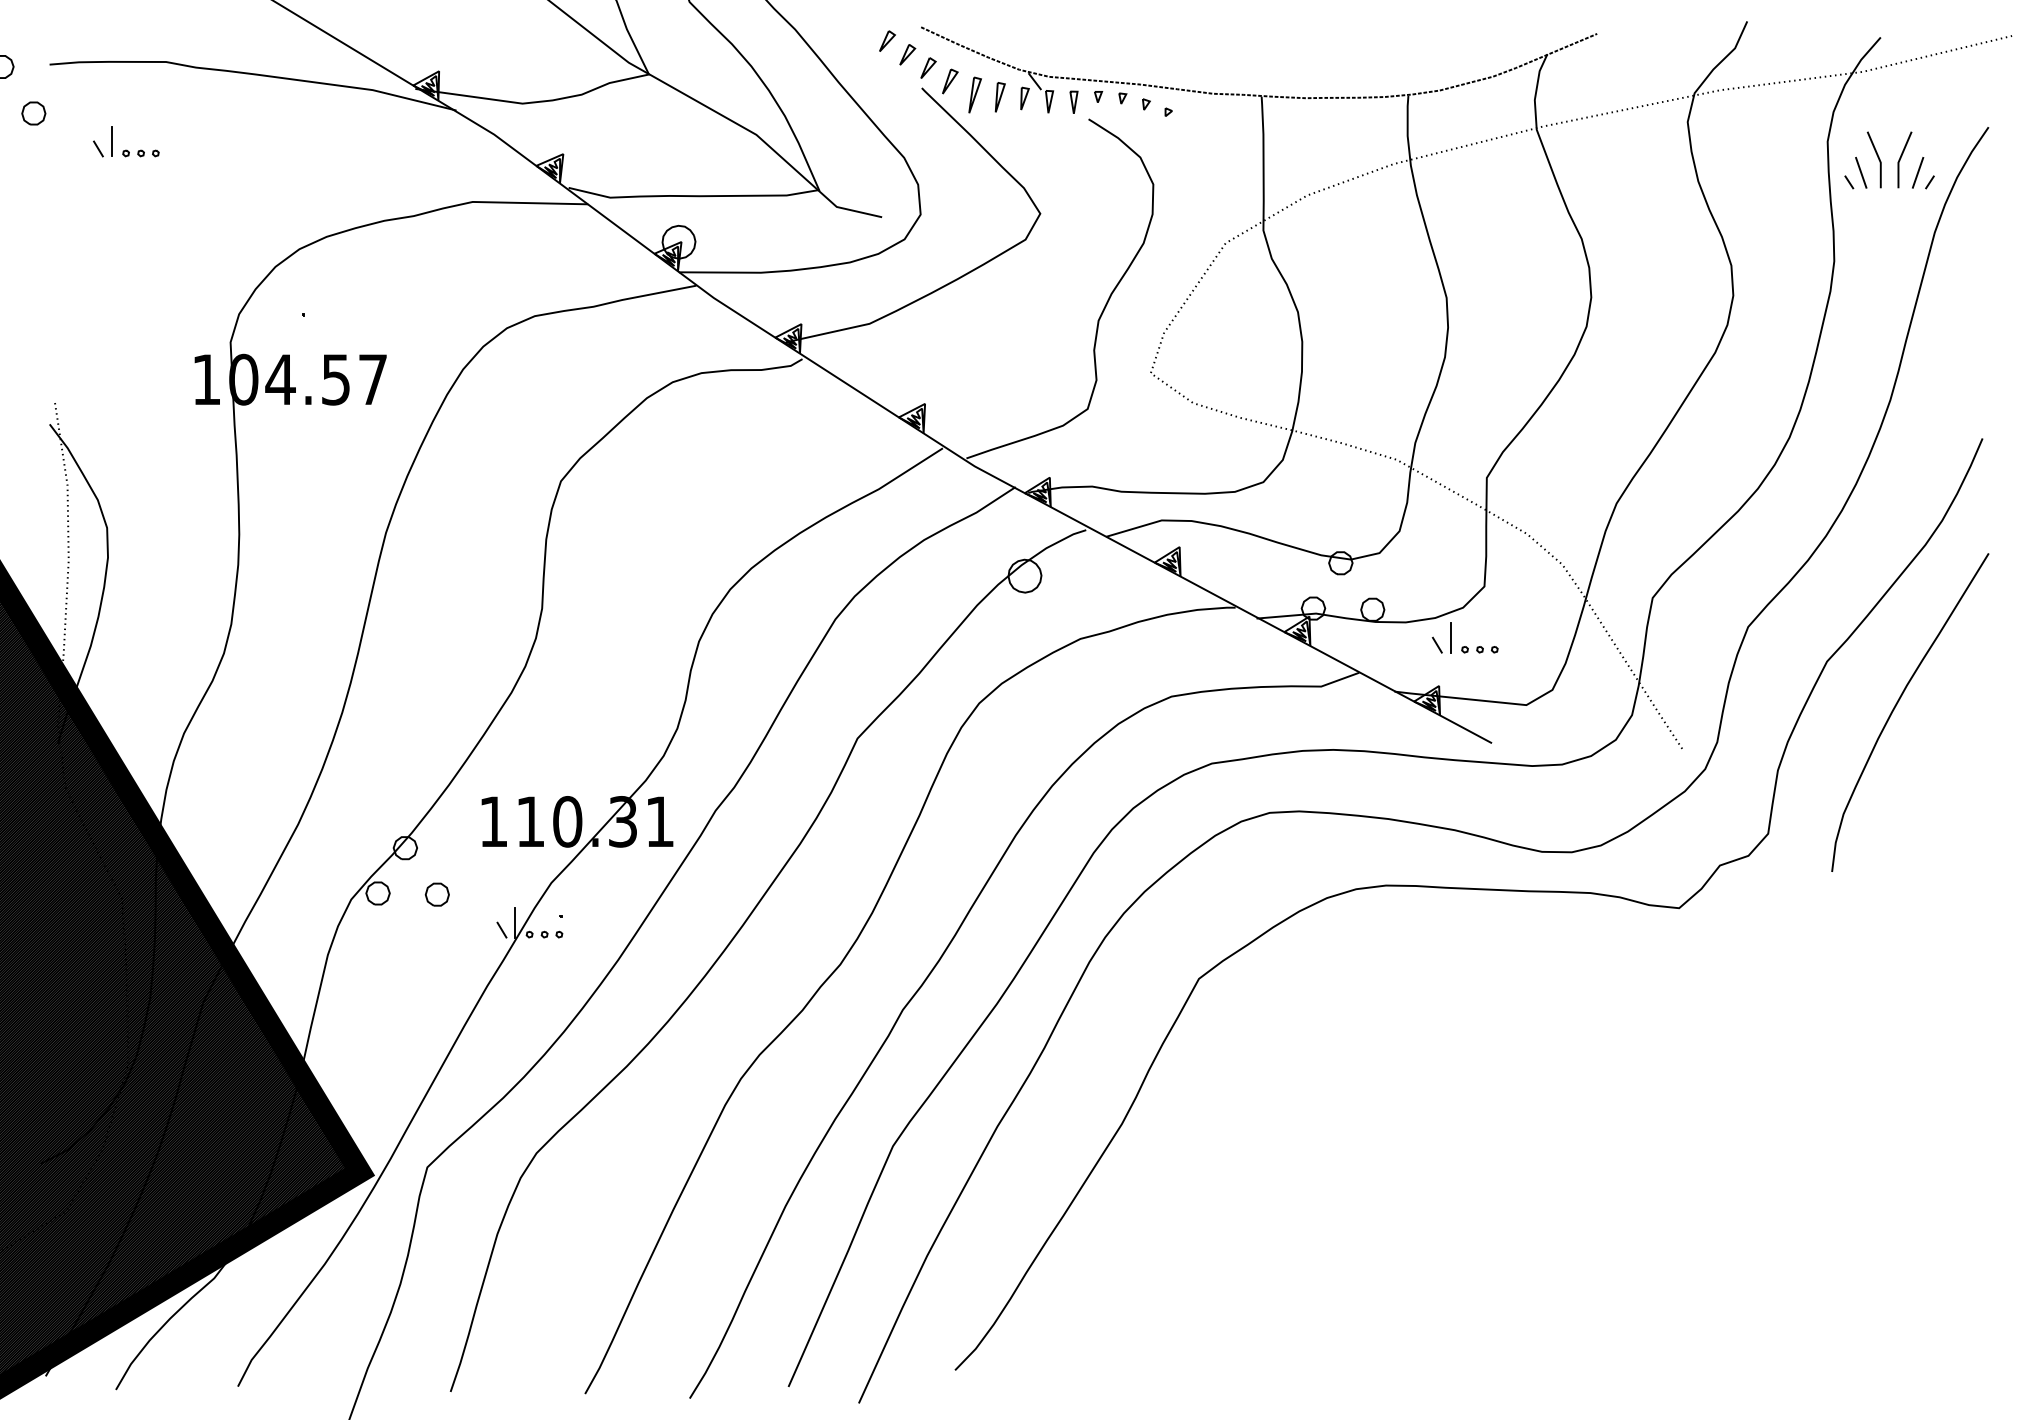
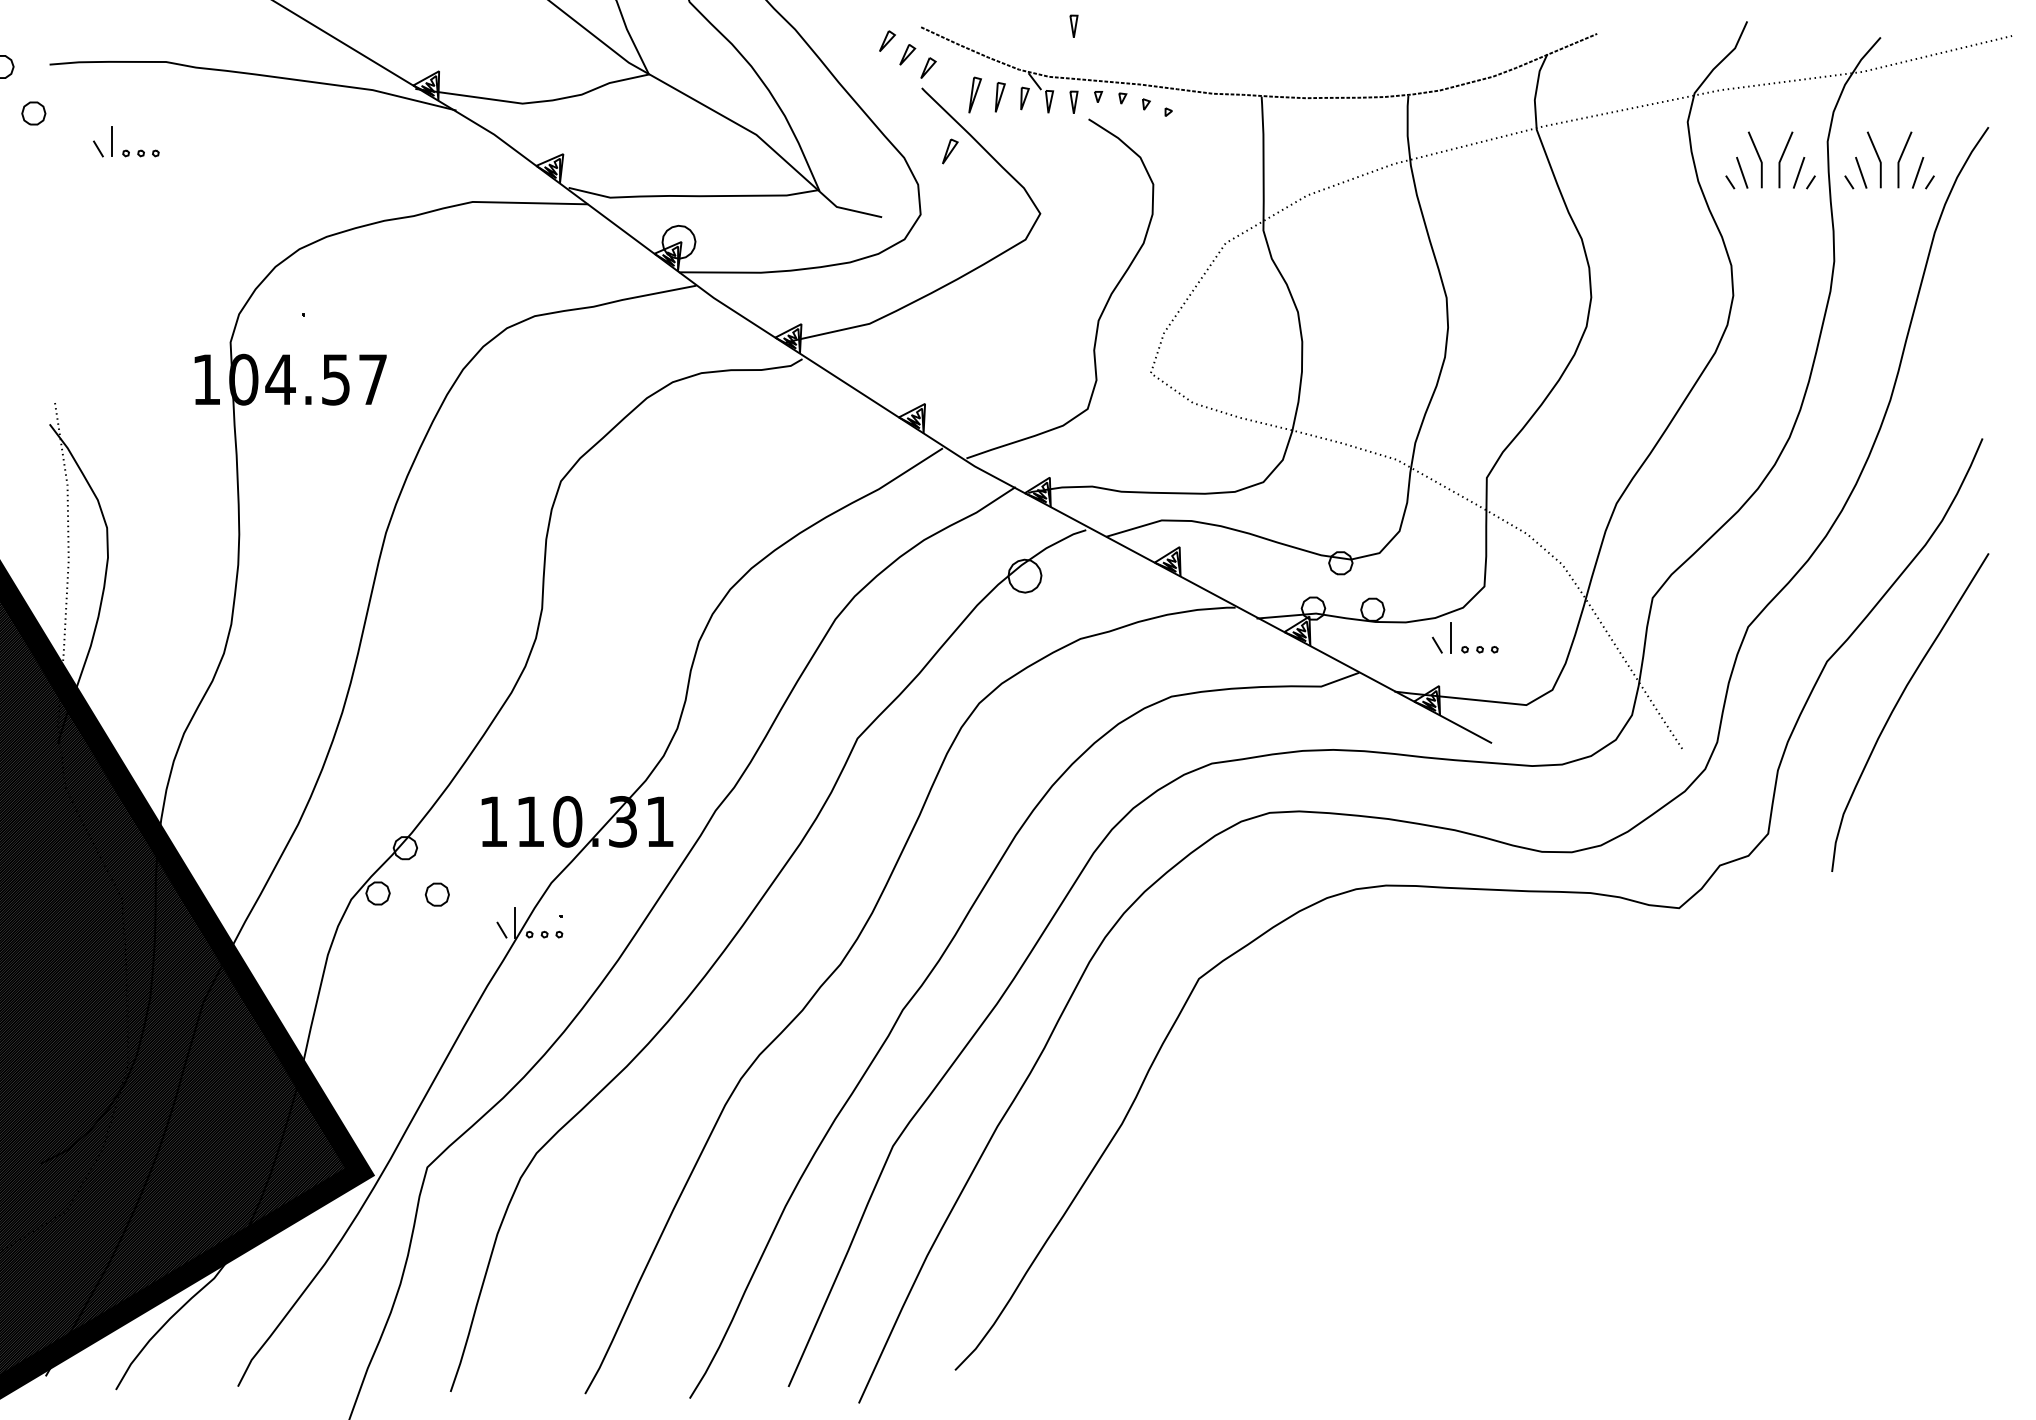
part at (1073, 25): none -> present
part at (950, 81) position: (950, 81) -> (950, 151)
part at (1762, 161): none -> present
